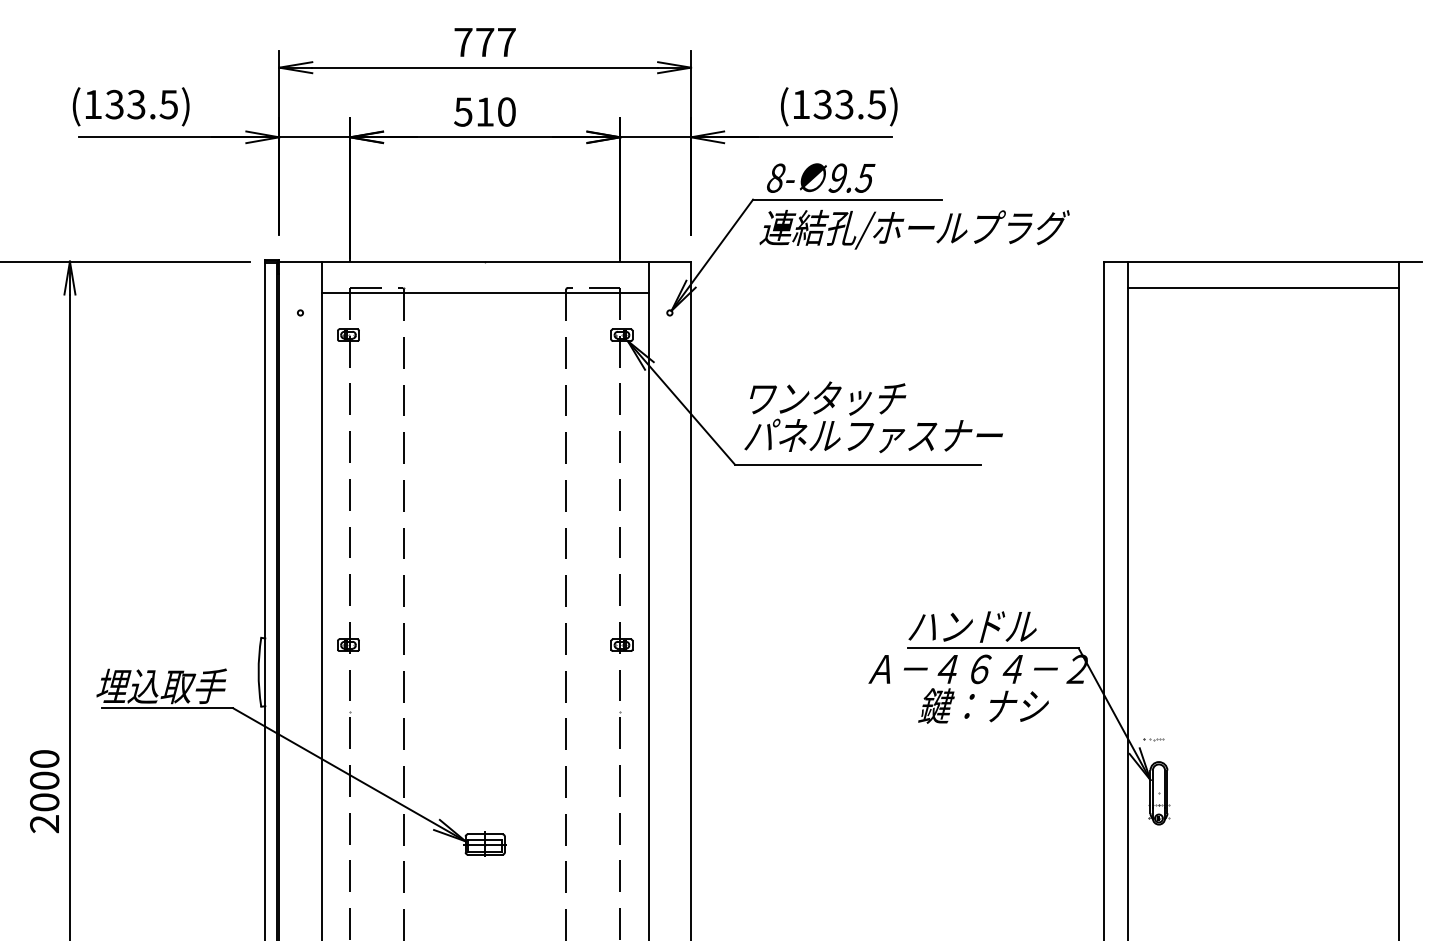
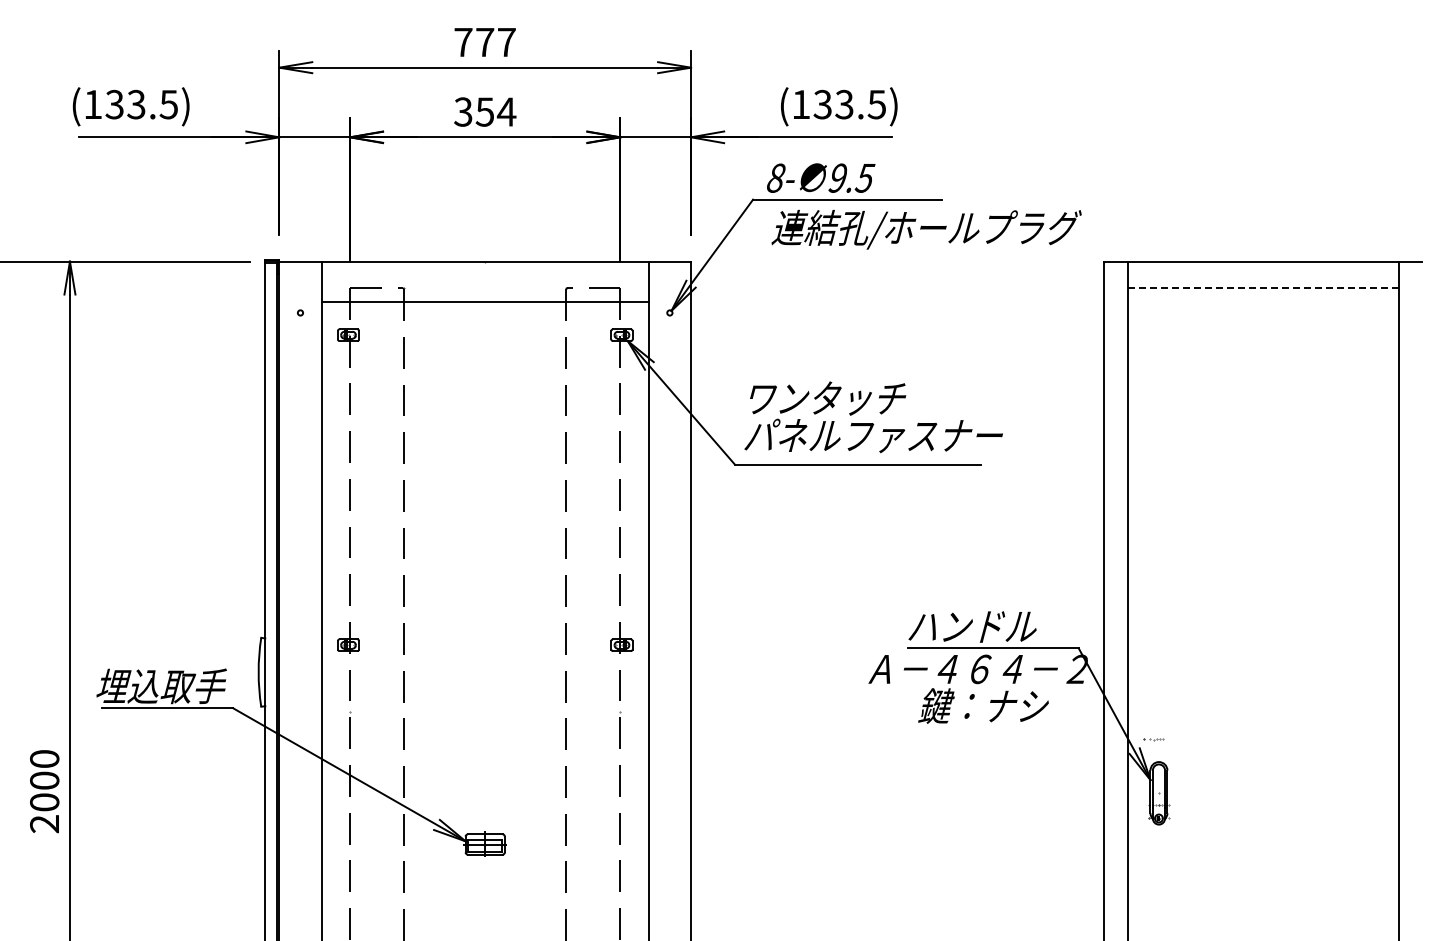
text at (485, 111): 510 -> 354
text at (914, 229) position: (914, 229) -> (926, 229)
line at (1263, 288): solid -> dashed
line at (484, 293) position: (484, 293) -> (484, 302)
